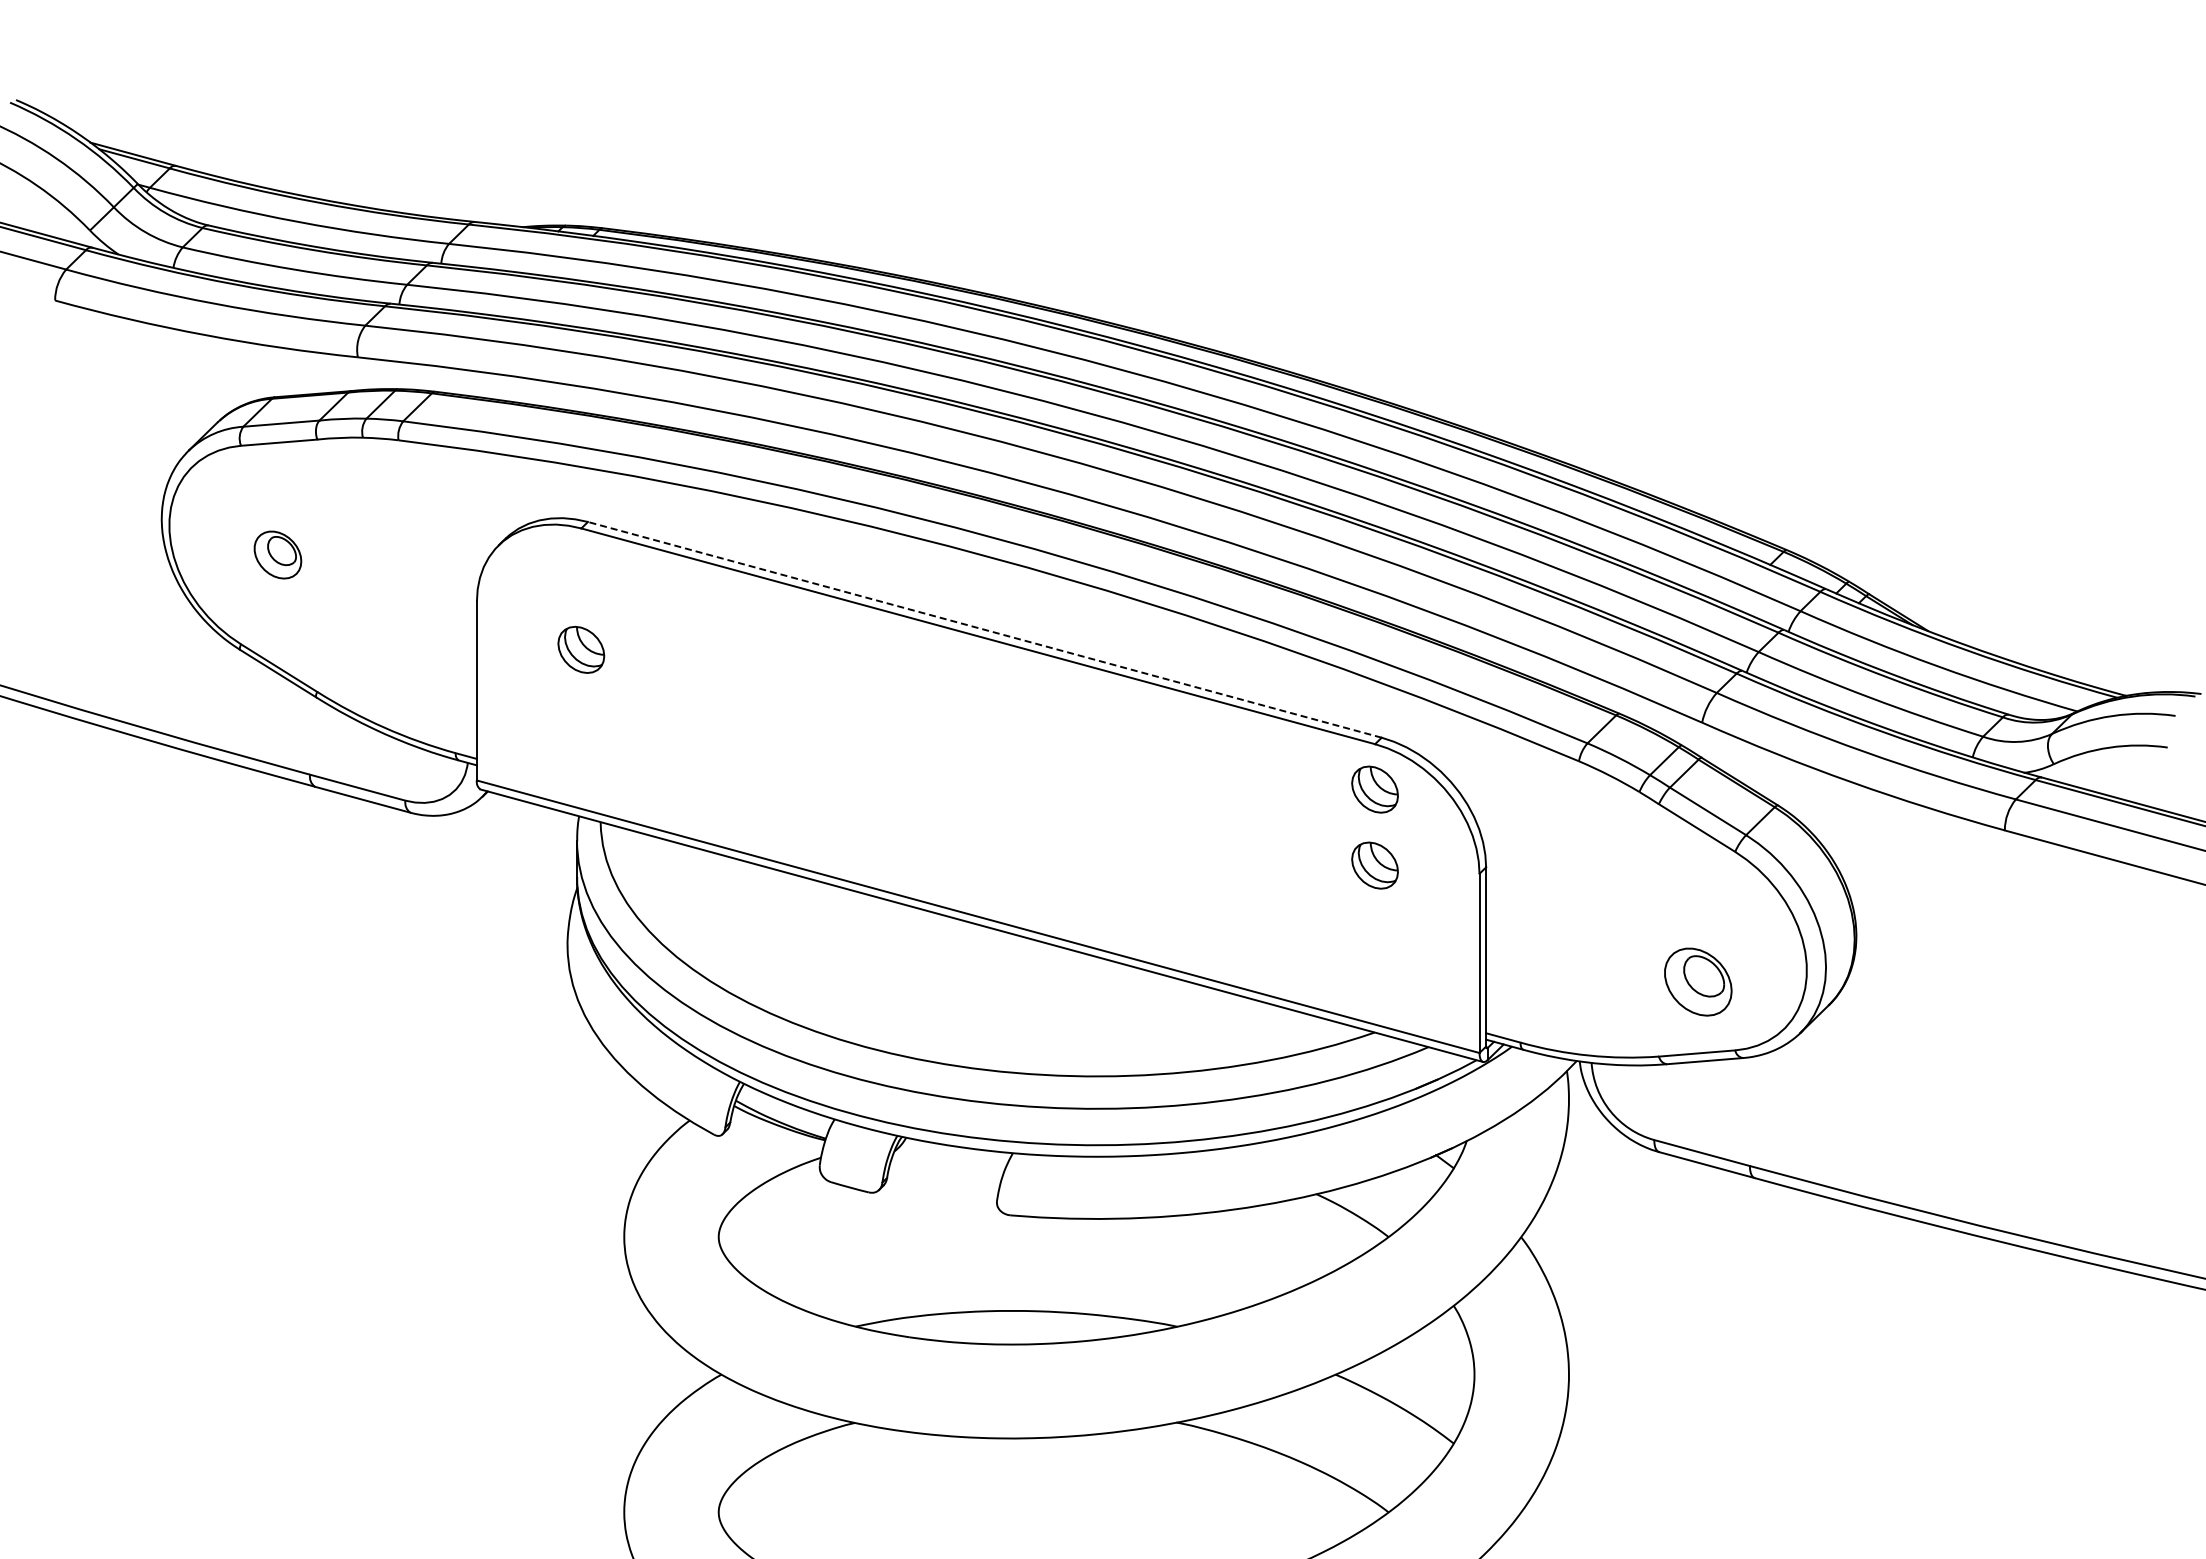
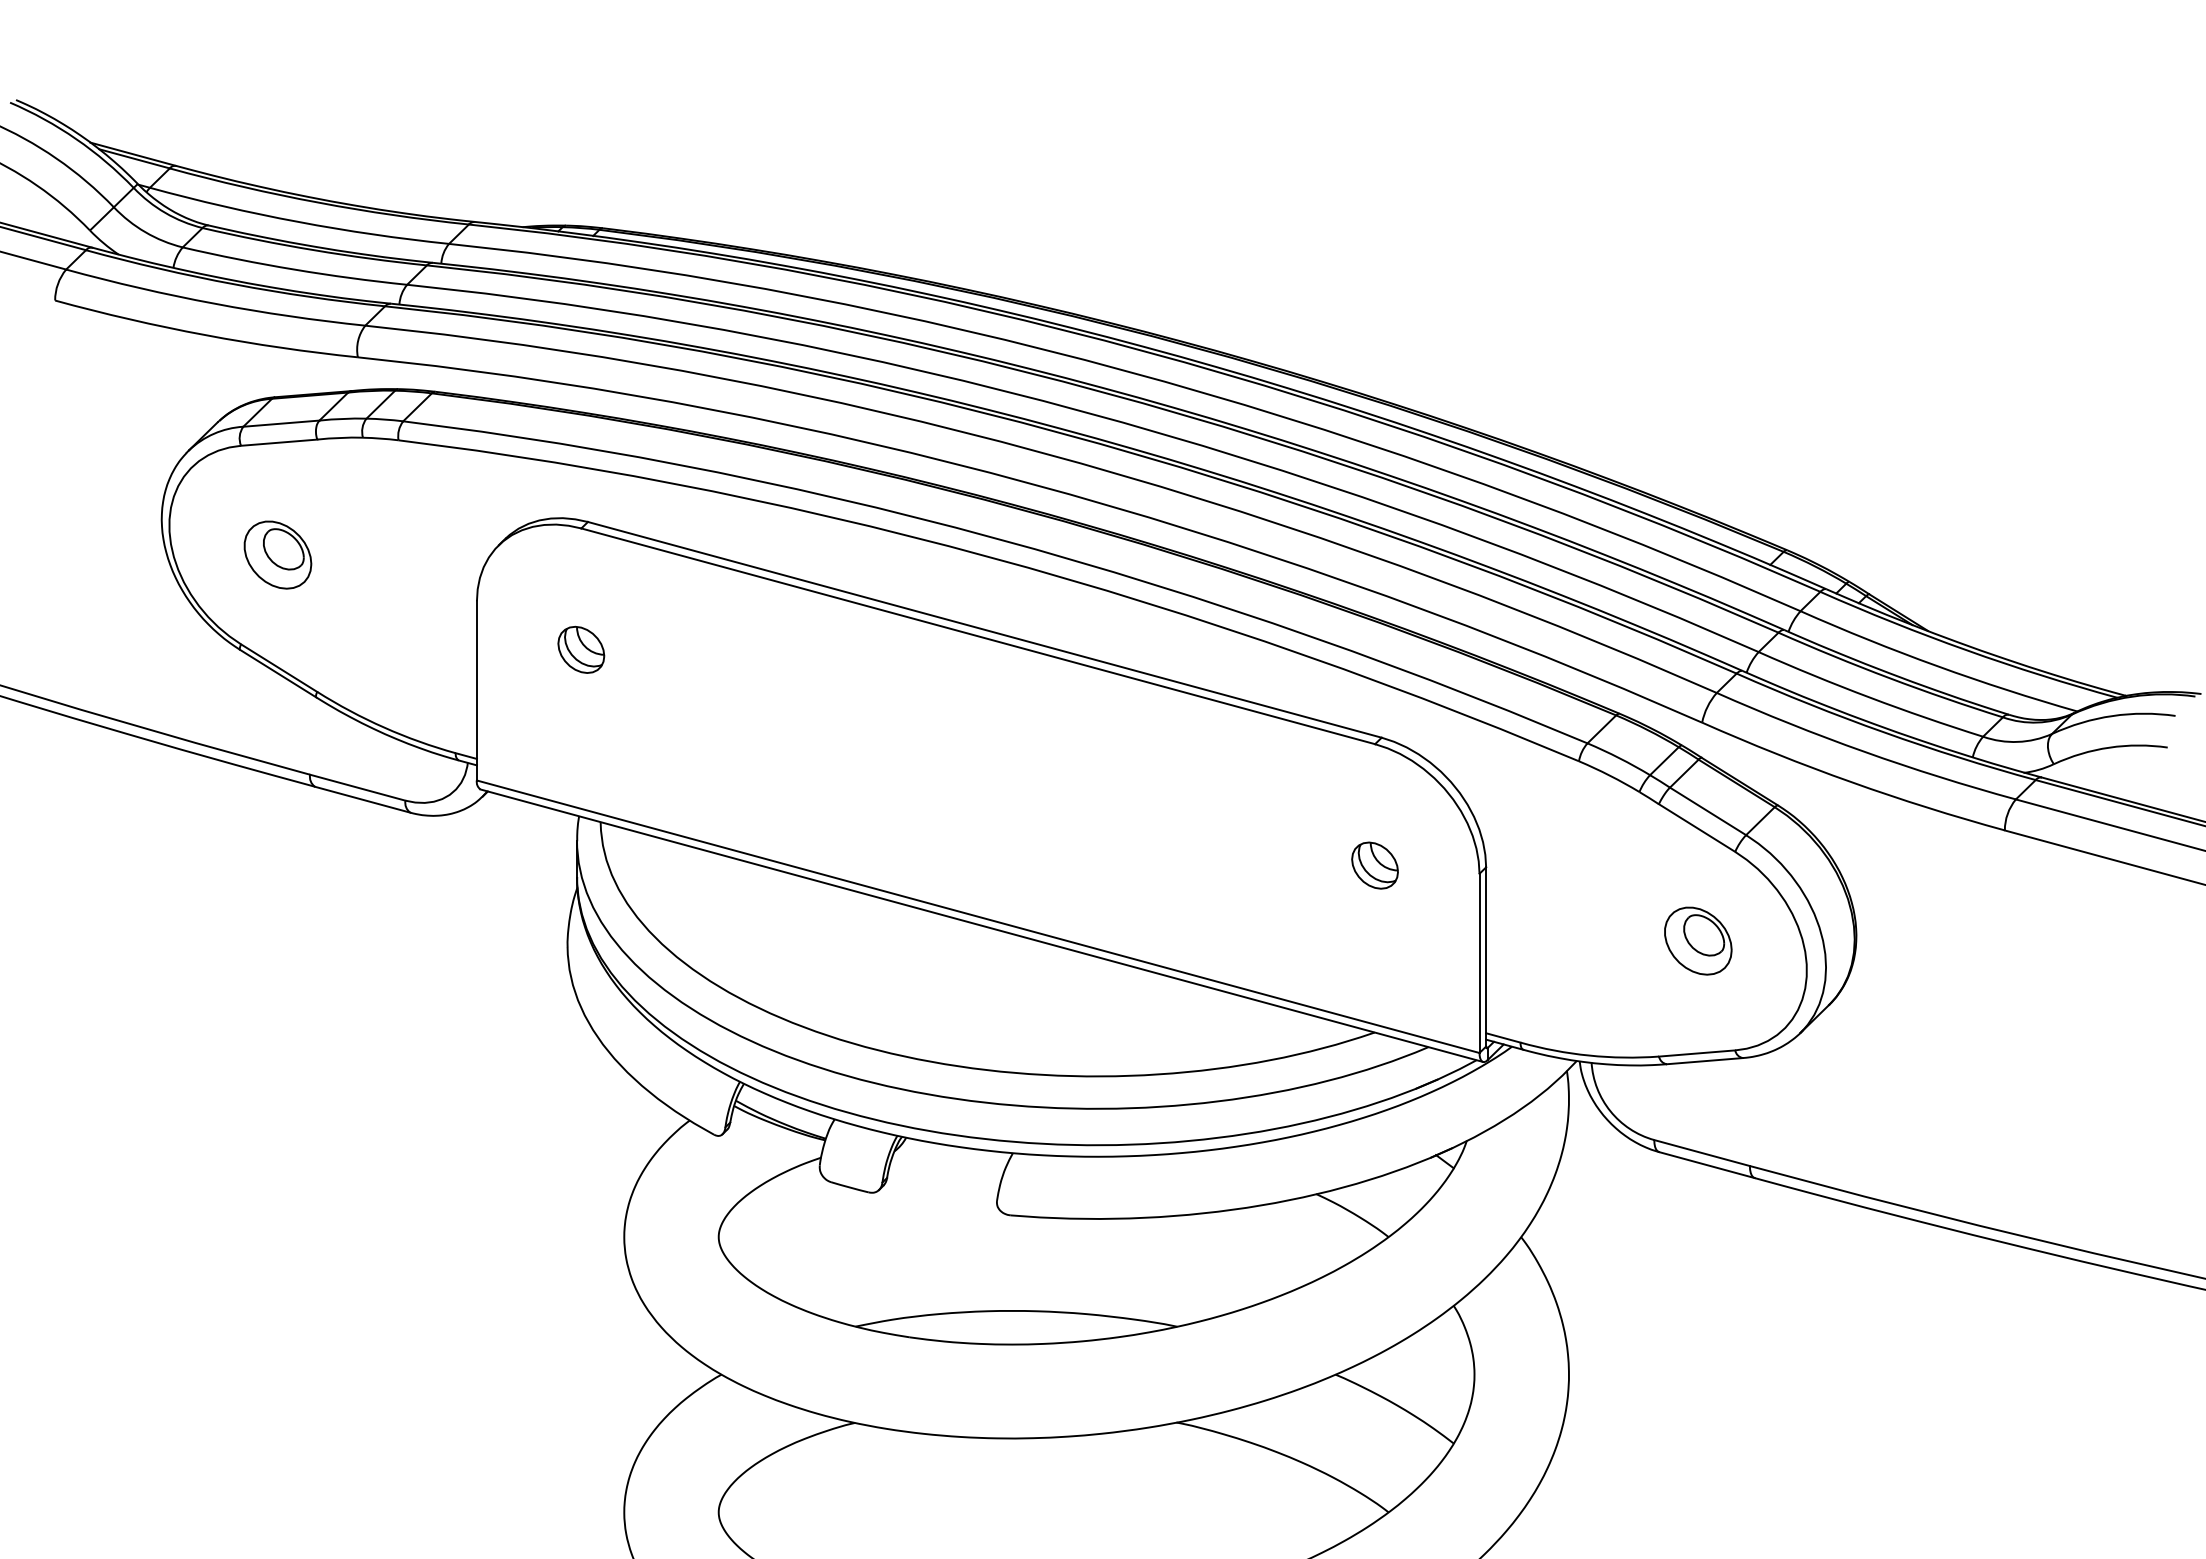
part at (277, 554) size: 50x50 px -> 70x70 px
line at (984, 629): dashed -> solid
part at (1374, 789): present -> none
part at (1698, 981) position: (1698, 981) -> (1698, 940)
